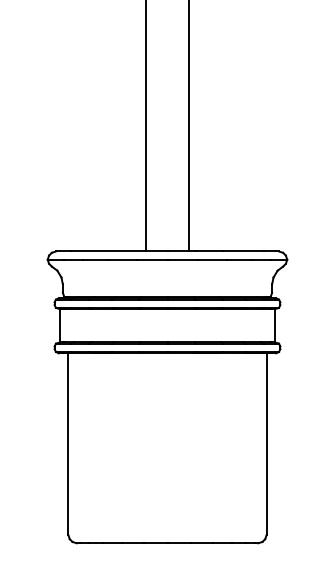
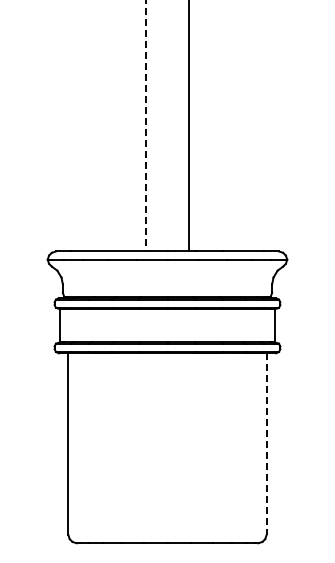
line at (146, 126): solid -> dashed
line at (266, 444): solid -> dashed
